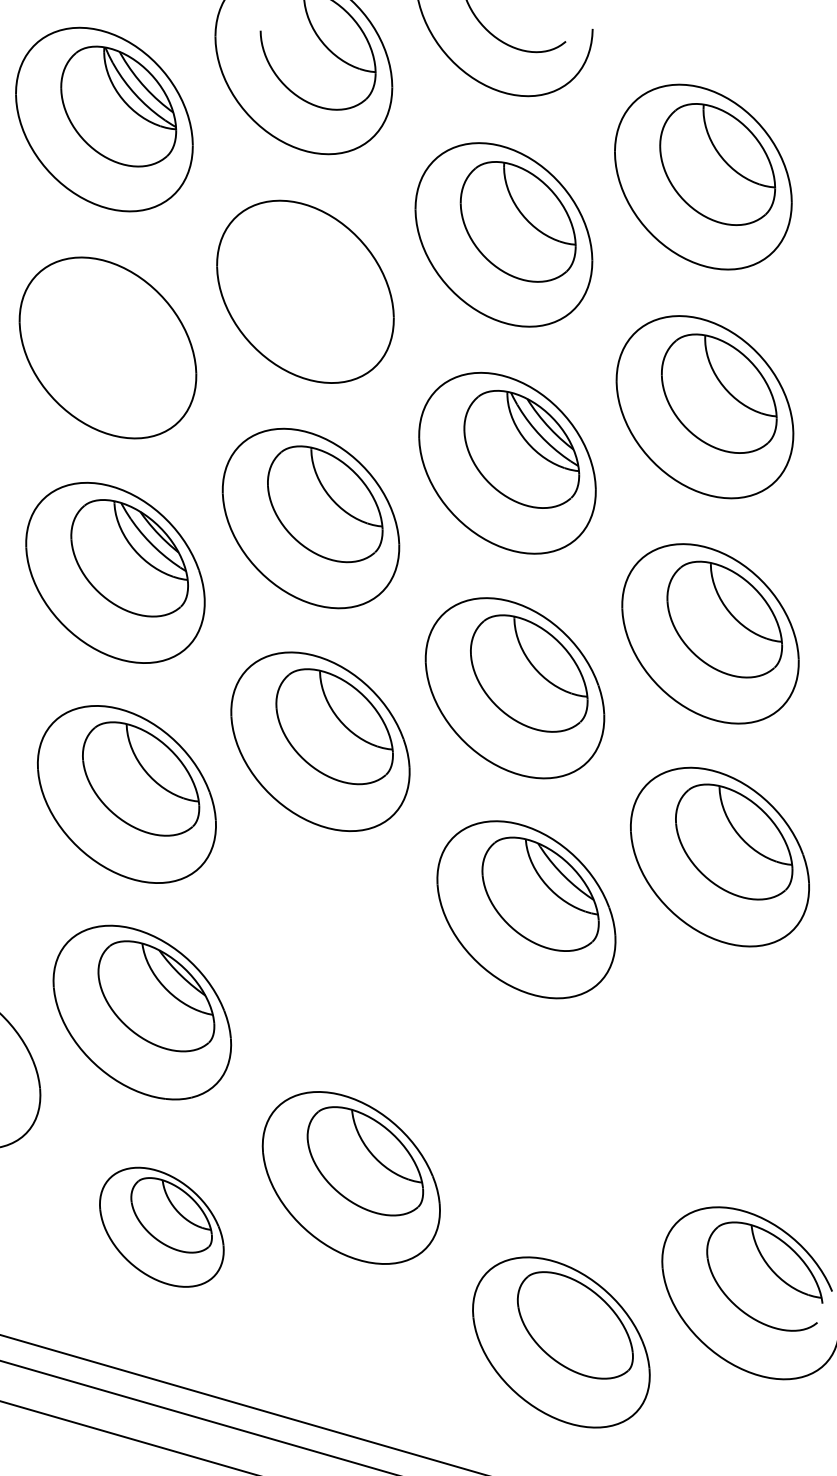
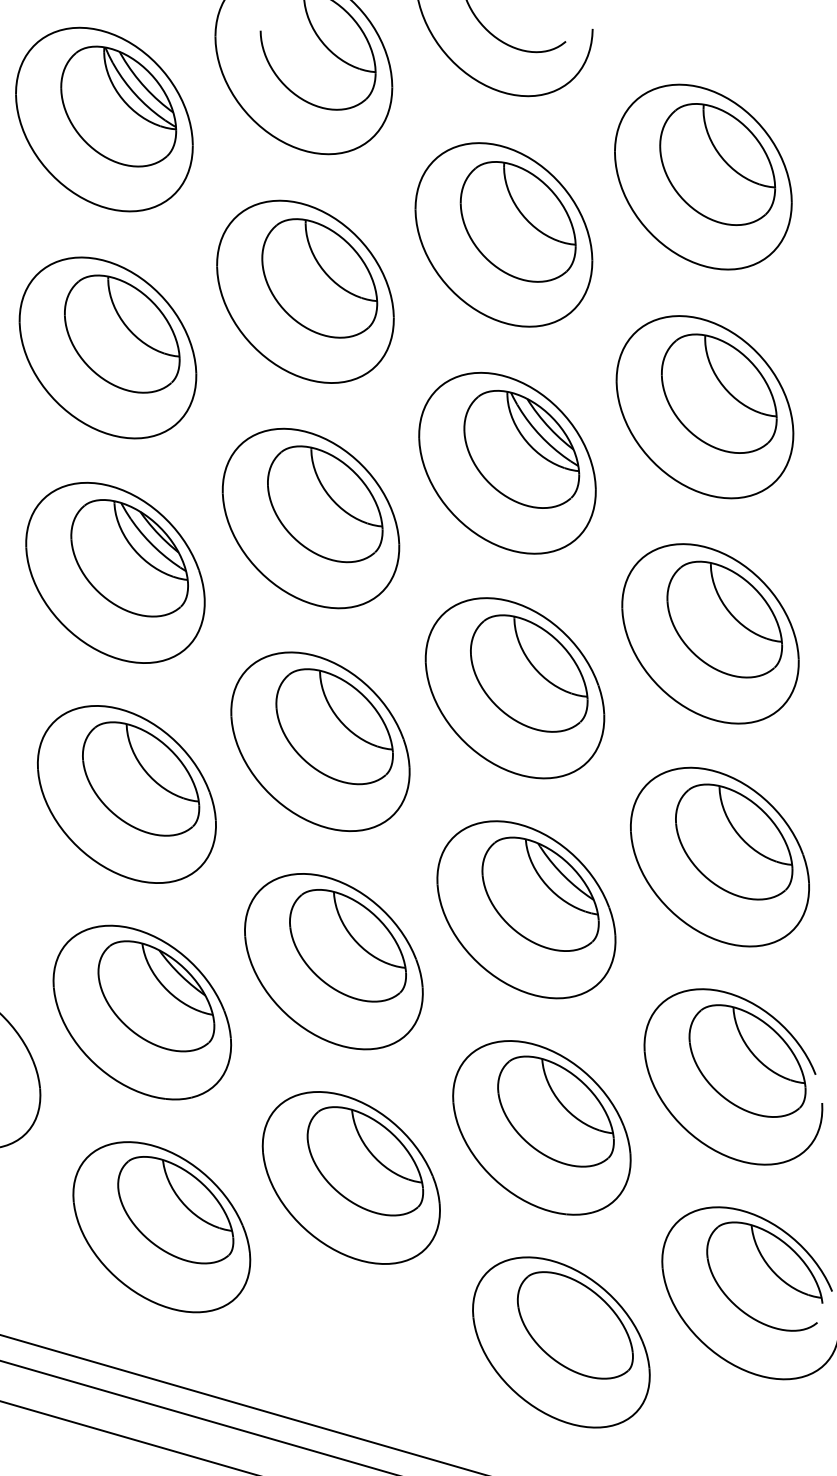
part at (319, 278): none -> present
part at (122, 333): none -> present
part at (333, 961): none -> present
part at (733, 1076): none -> present
part at (541, 1127): none -> present
part at (161, 1226) size: 126x122 px -> 180x173 px
